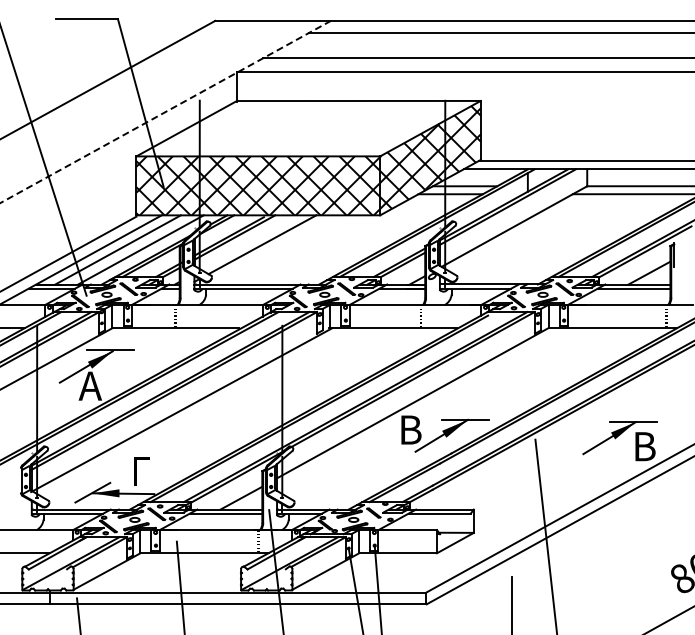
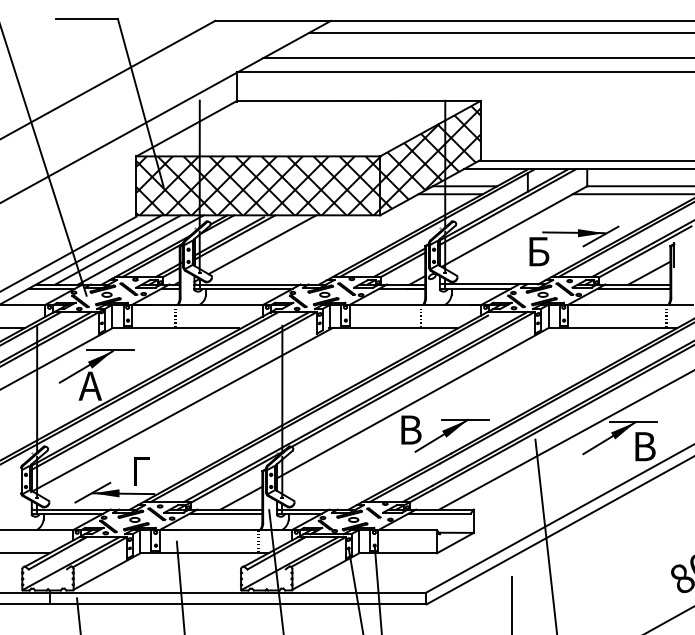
line at (165, 112): dashed -> solid
part at (582, 245): none -> present
line at (565, 440): none -> present
